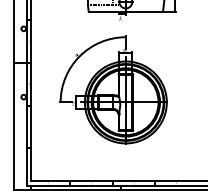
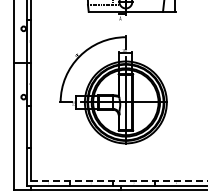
line at (119, 181): solid -> dashed
